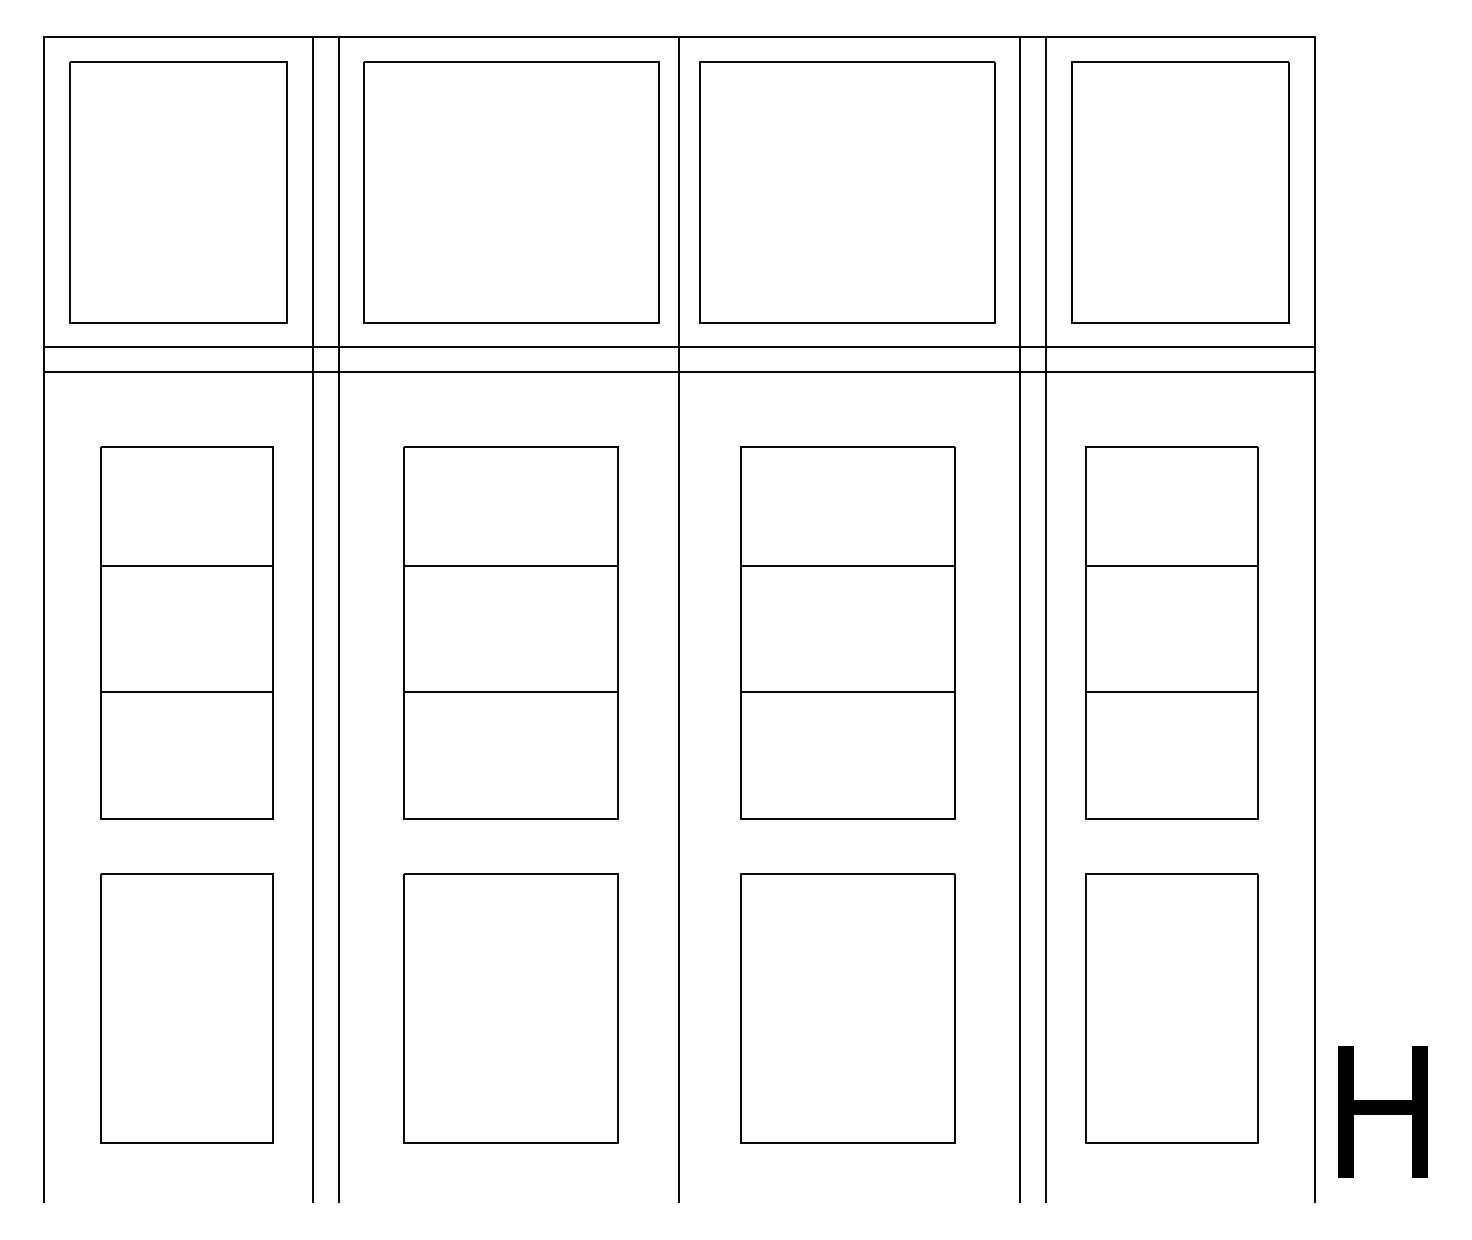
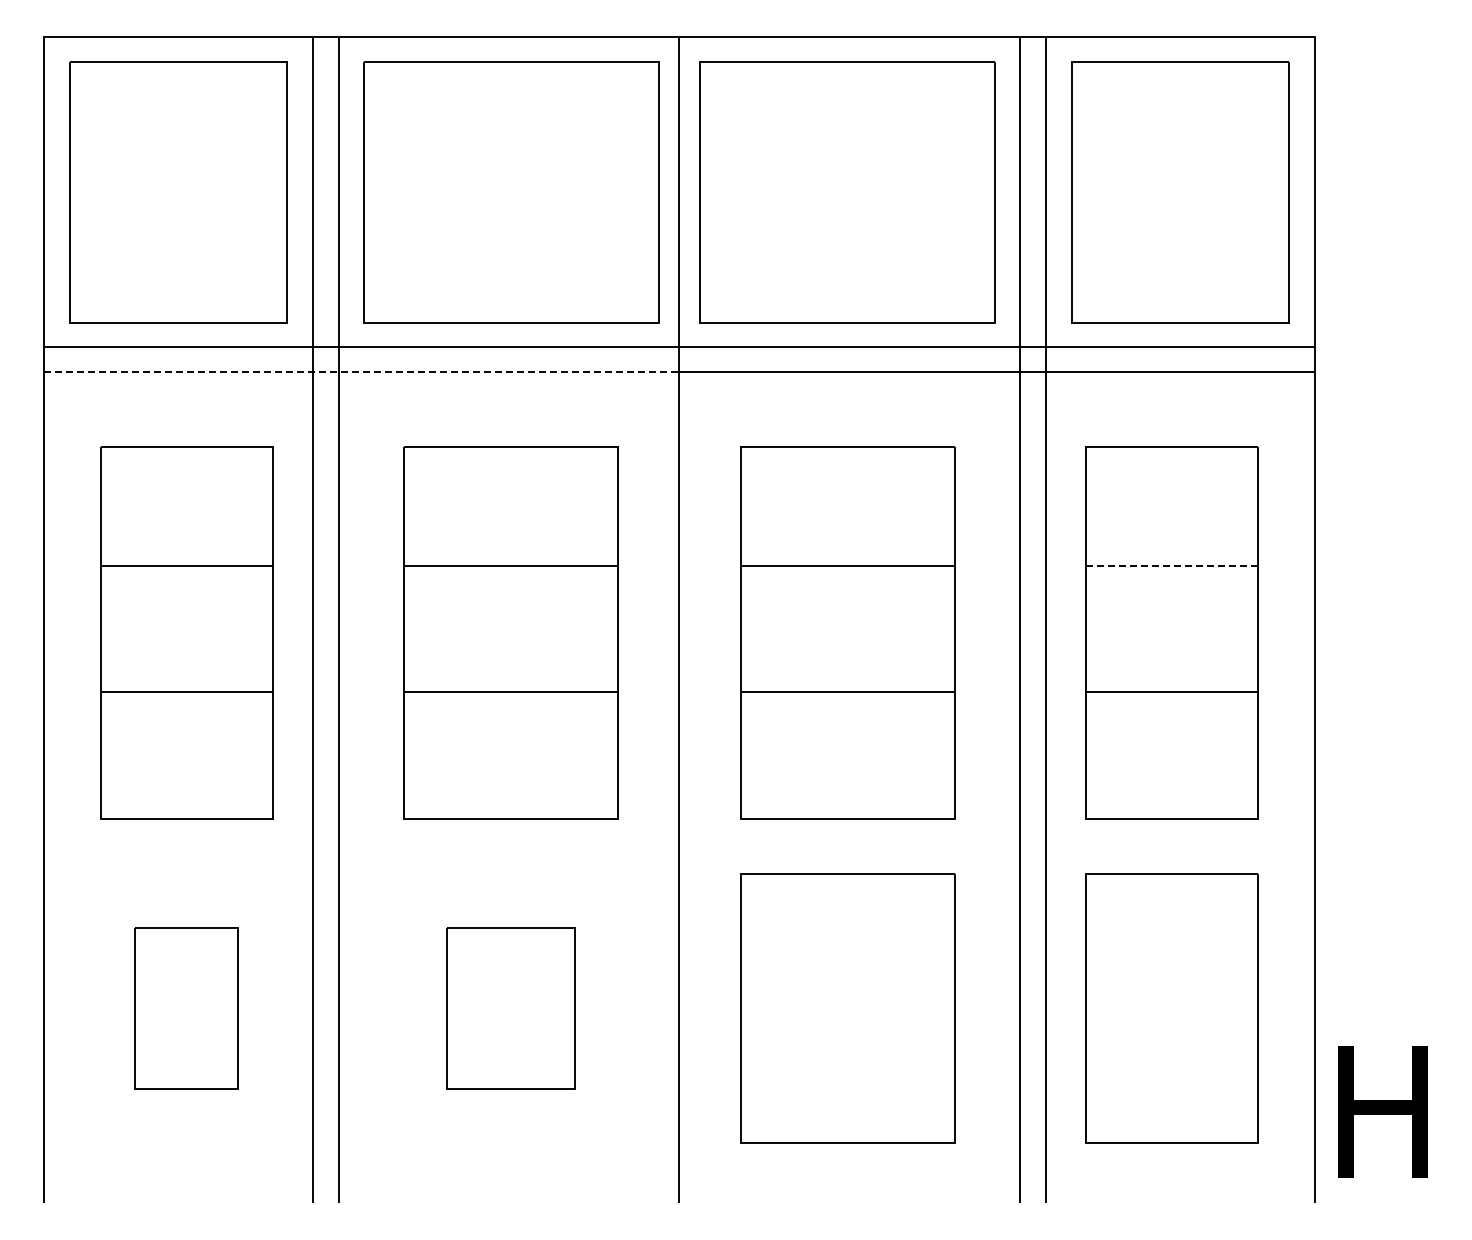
line at (361, 371): solid -> dashed
line at (1172, 565): solid -> dashed
part at (186, 1008) size: 174x271 px -> 105x163 px
part at (510, 1008) size: 216x271 px -> 130x163 px
